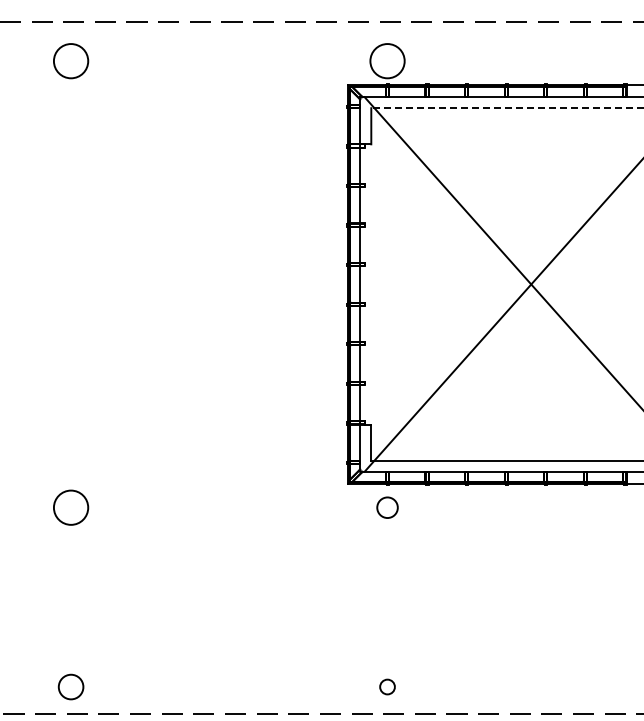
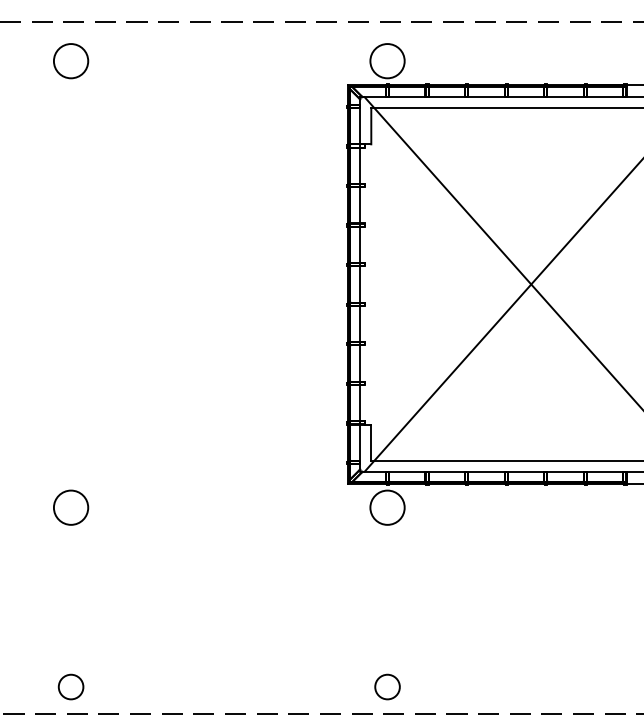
line at (507, 108): dashed -> solid
circle at (387, 507) diameter: 21 px -> 34 px
circle at (387, 686) size: 17x18 px -> 27x28 px
